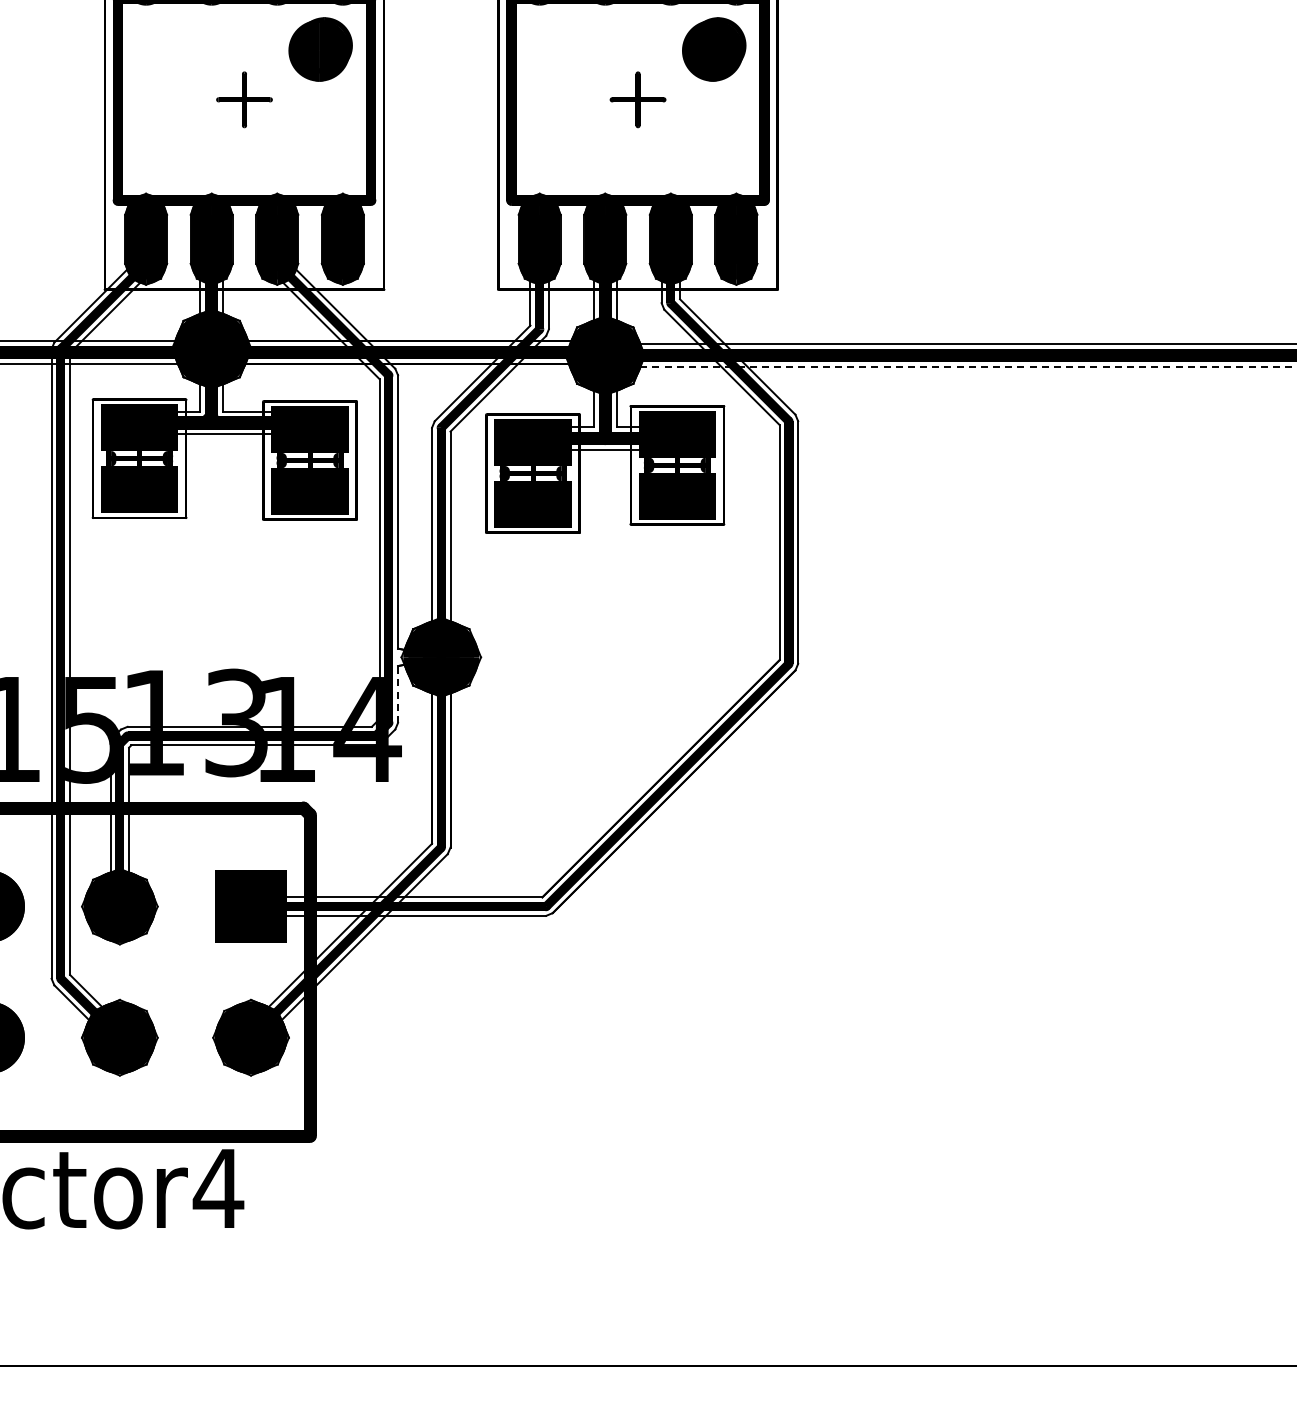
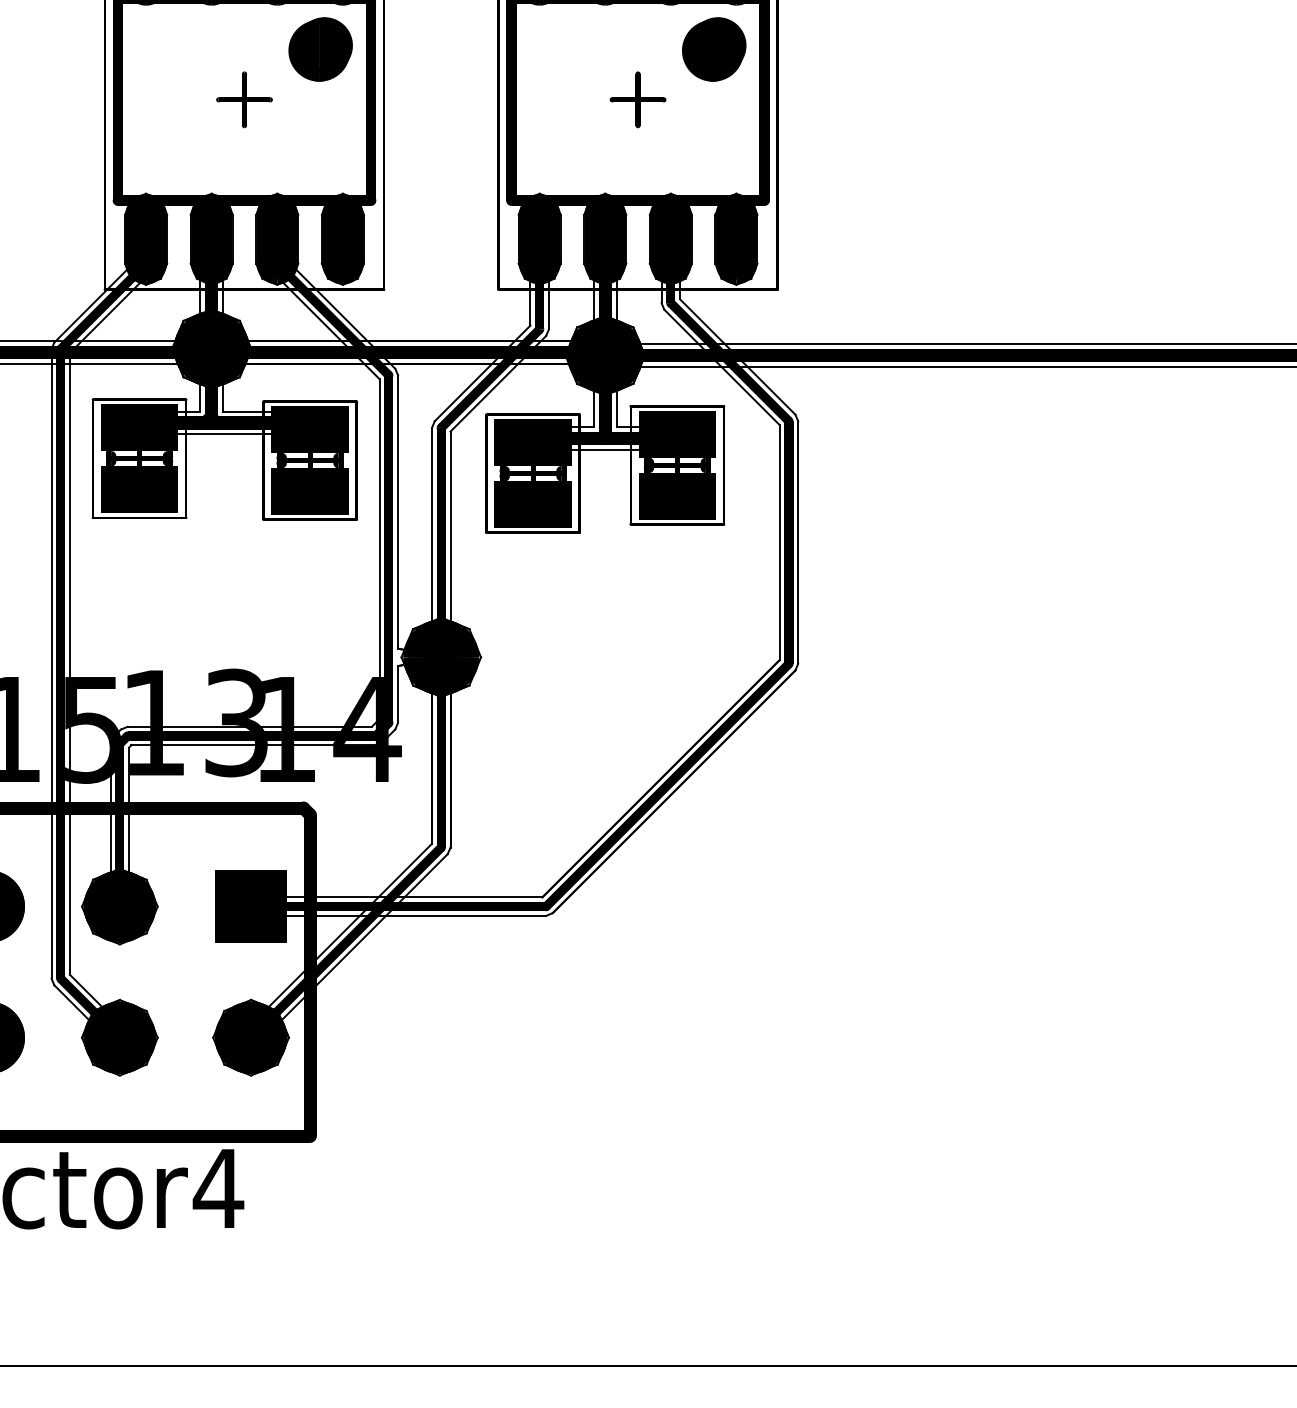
line at (969, 367): dashed -> solid
line at (398, 694): dashed -> solid
